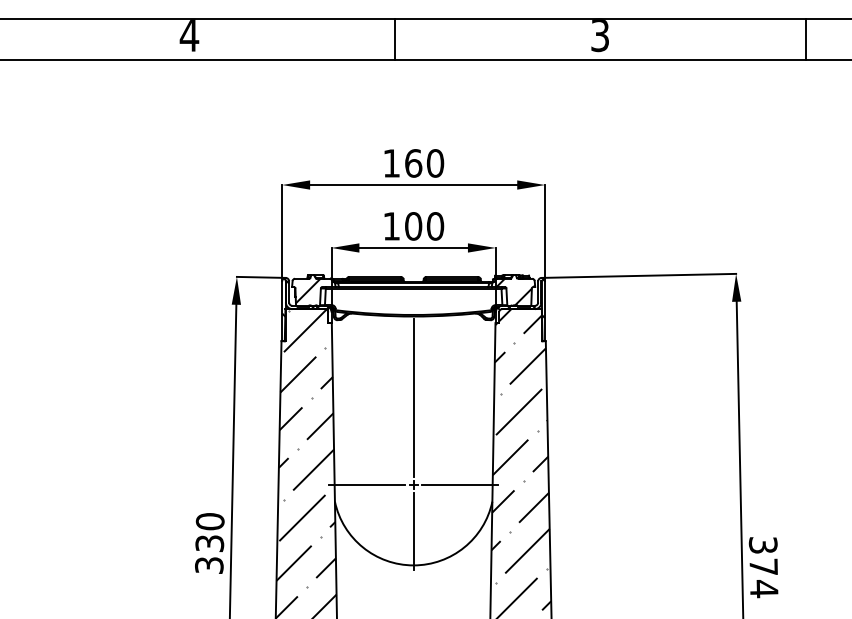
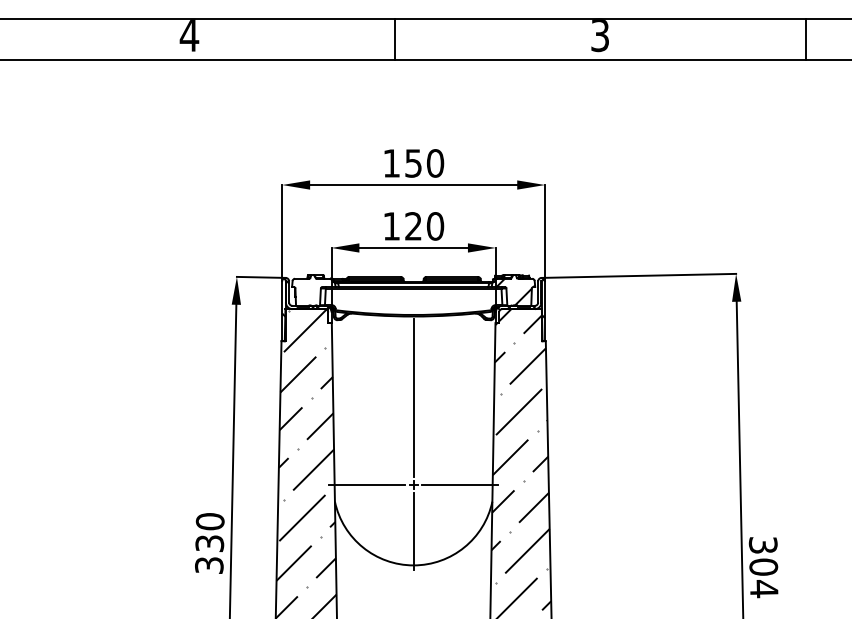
text at (413, 163): 160 -> 150
text at (413, 226): 100 -> 120
hatch at (307, 290): present -> none
text at (763, 566): 374 -> 304
